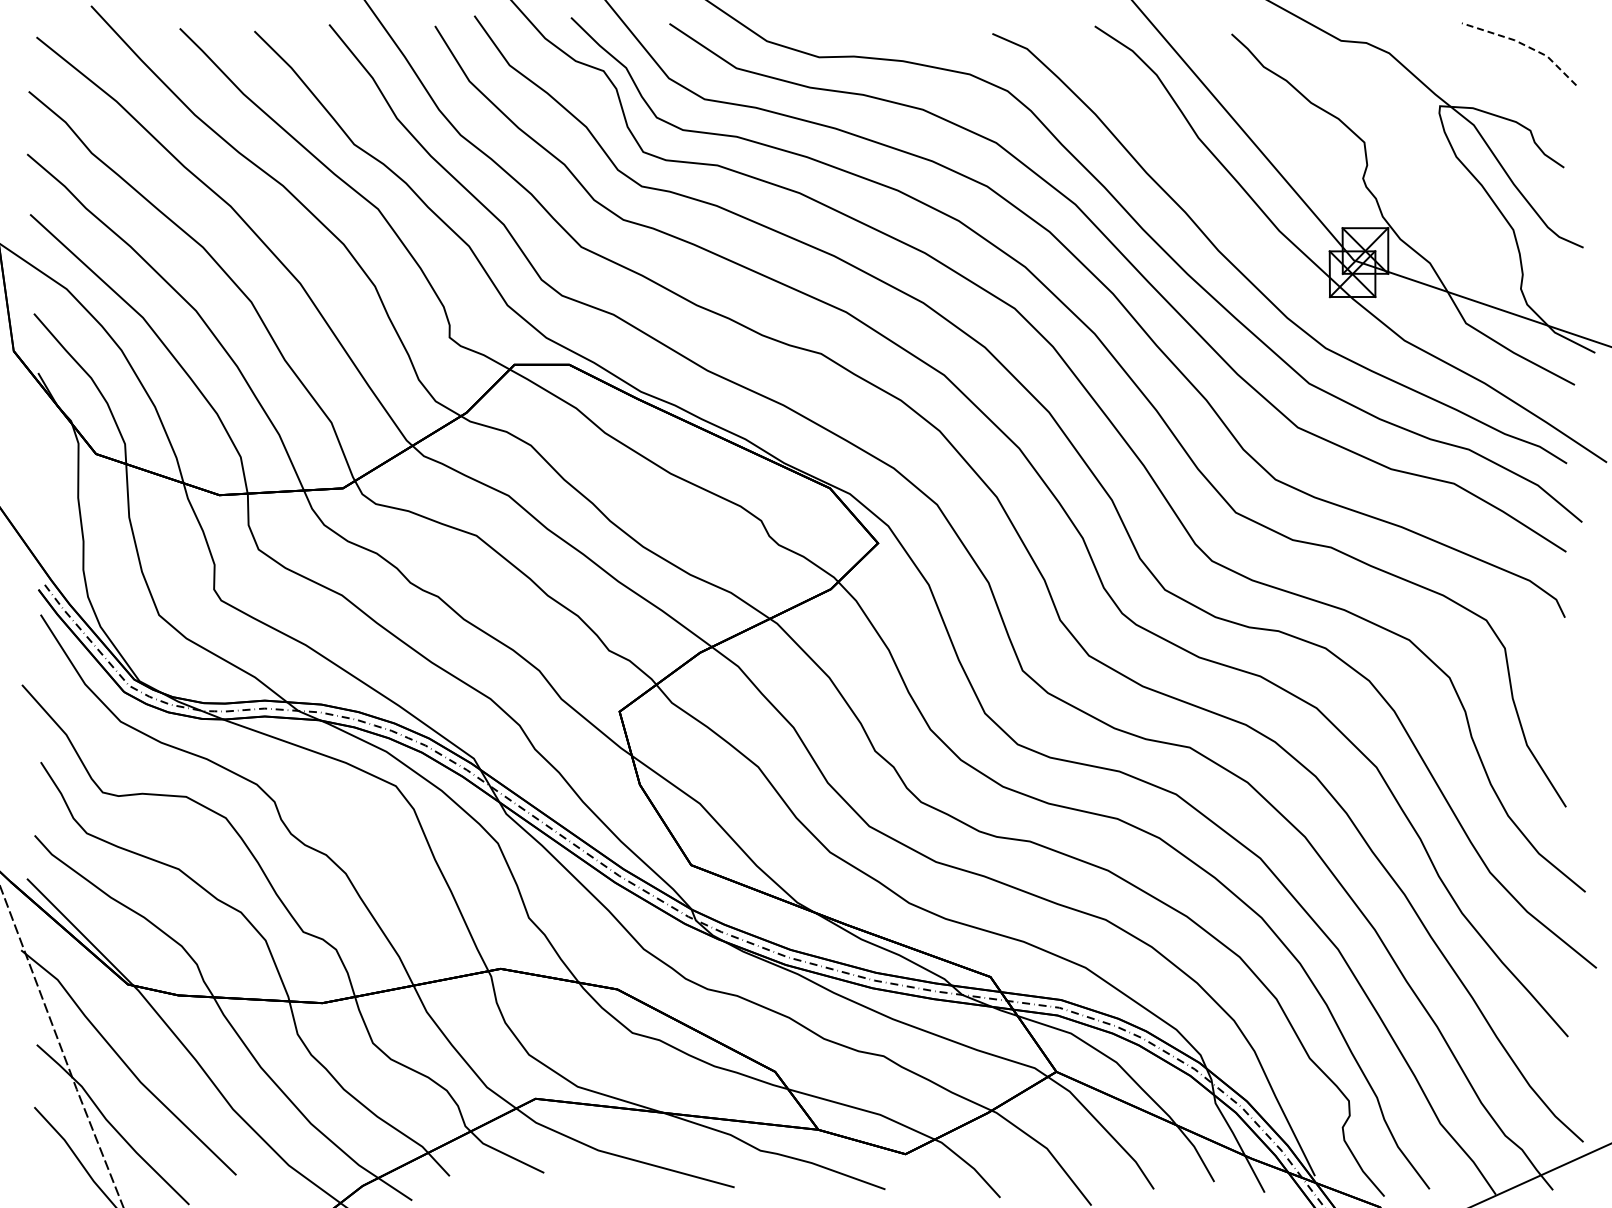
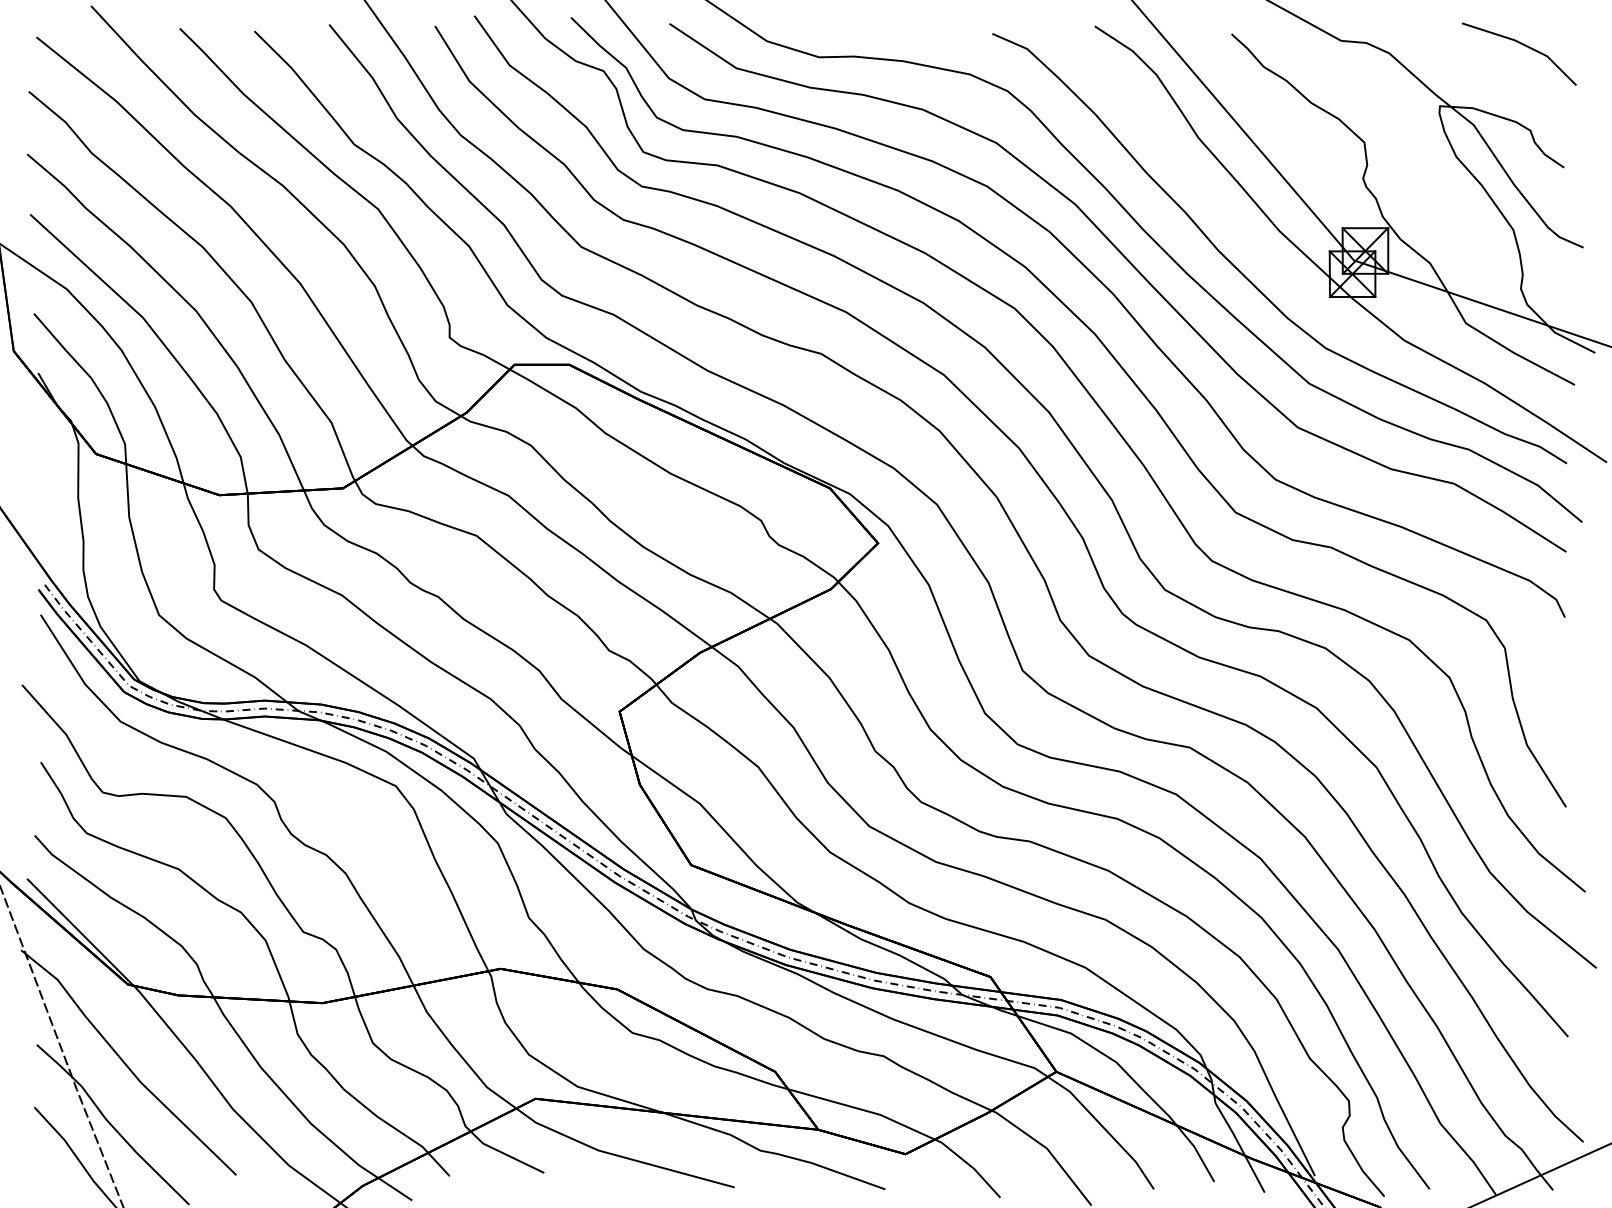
line at (1524, 45): dashed -> solid
